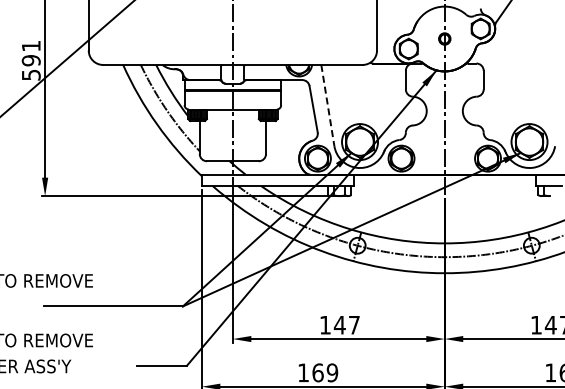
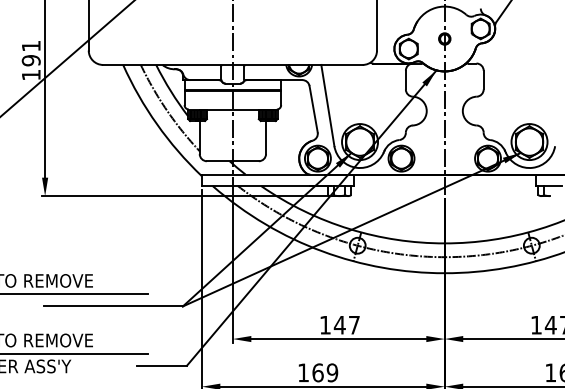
text at (31, 74): 591 -> 191
line at (327, 106): dashed -> solid
line at (75, 294): none -> present
line at (75, 353): none -> present
